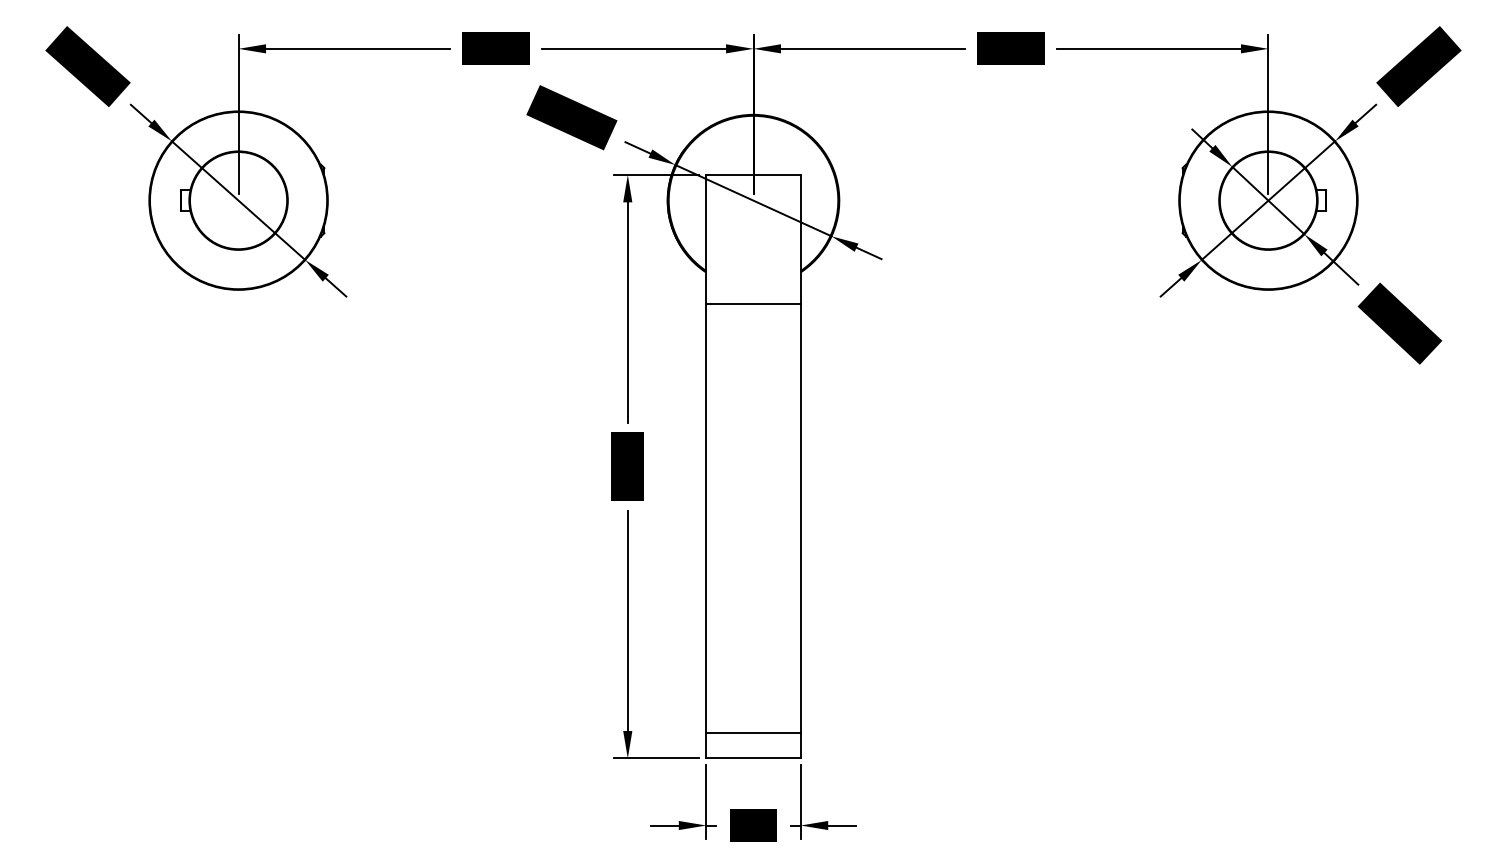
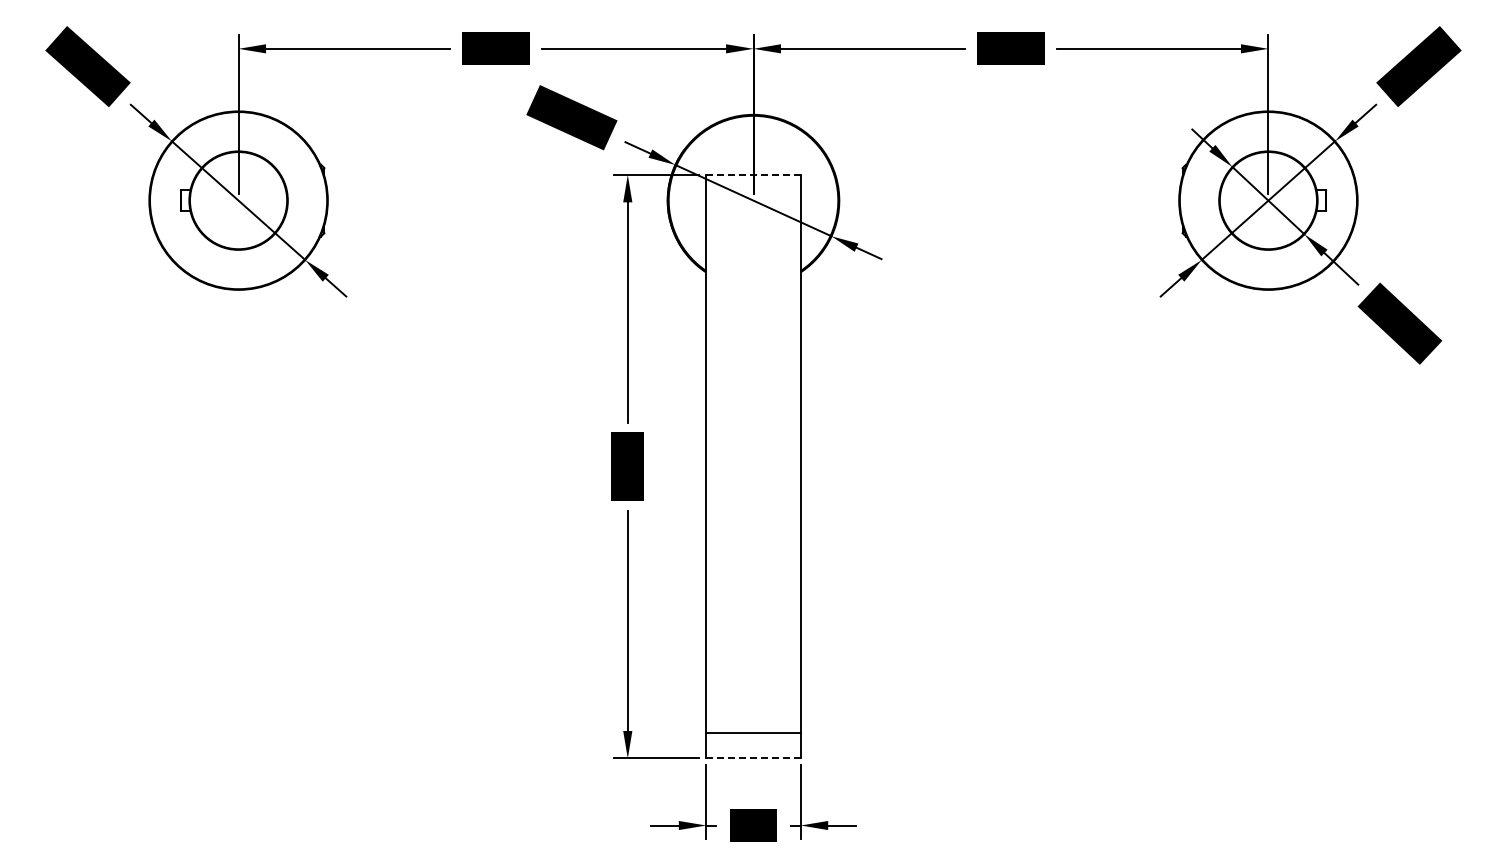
line at (753, 174): solid -> dashed
line at (753, 303): present -> none
line at (753, 758): solid -> dashed
